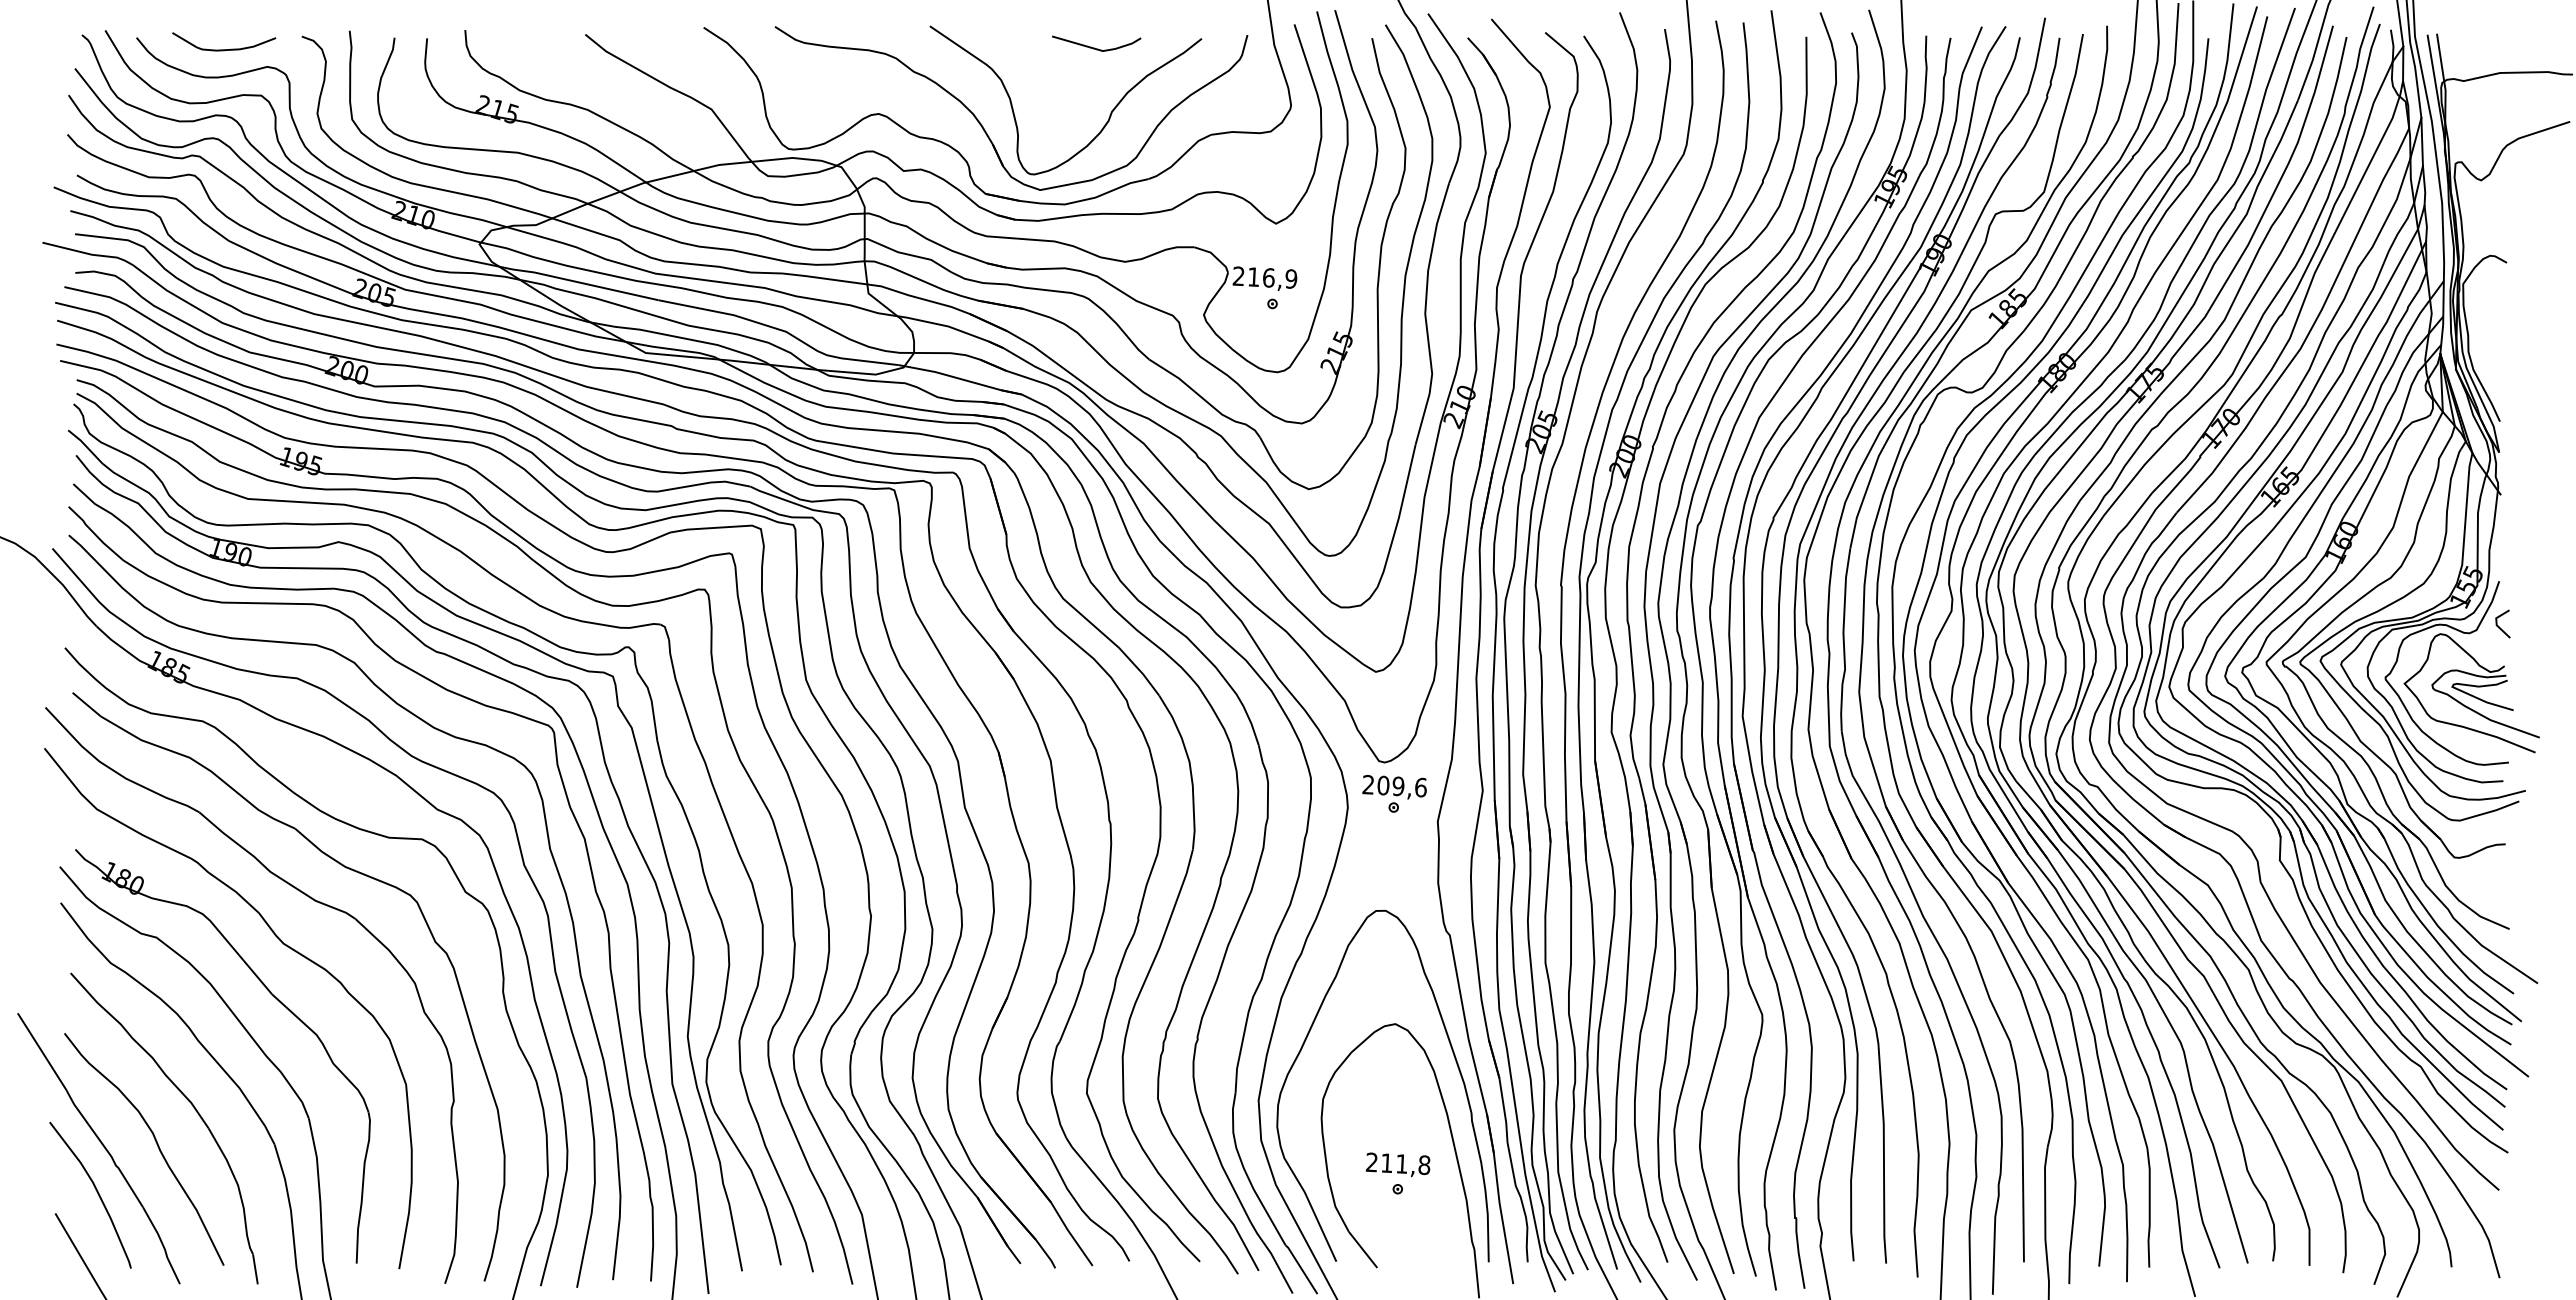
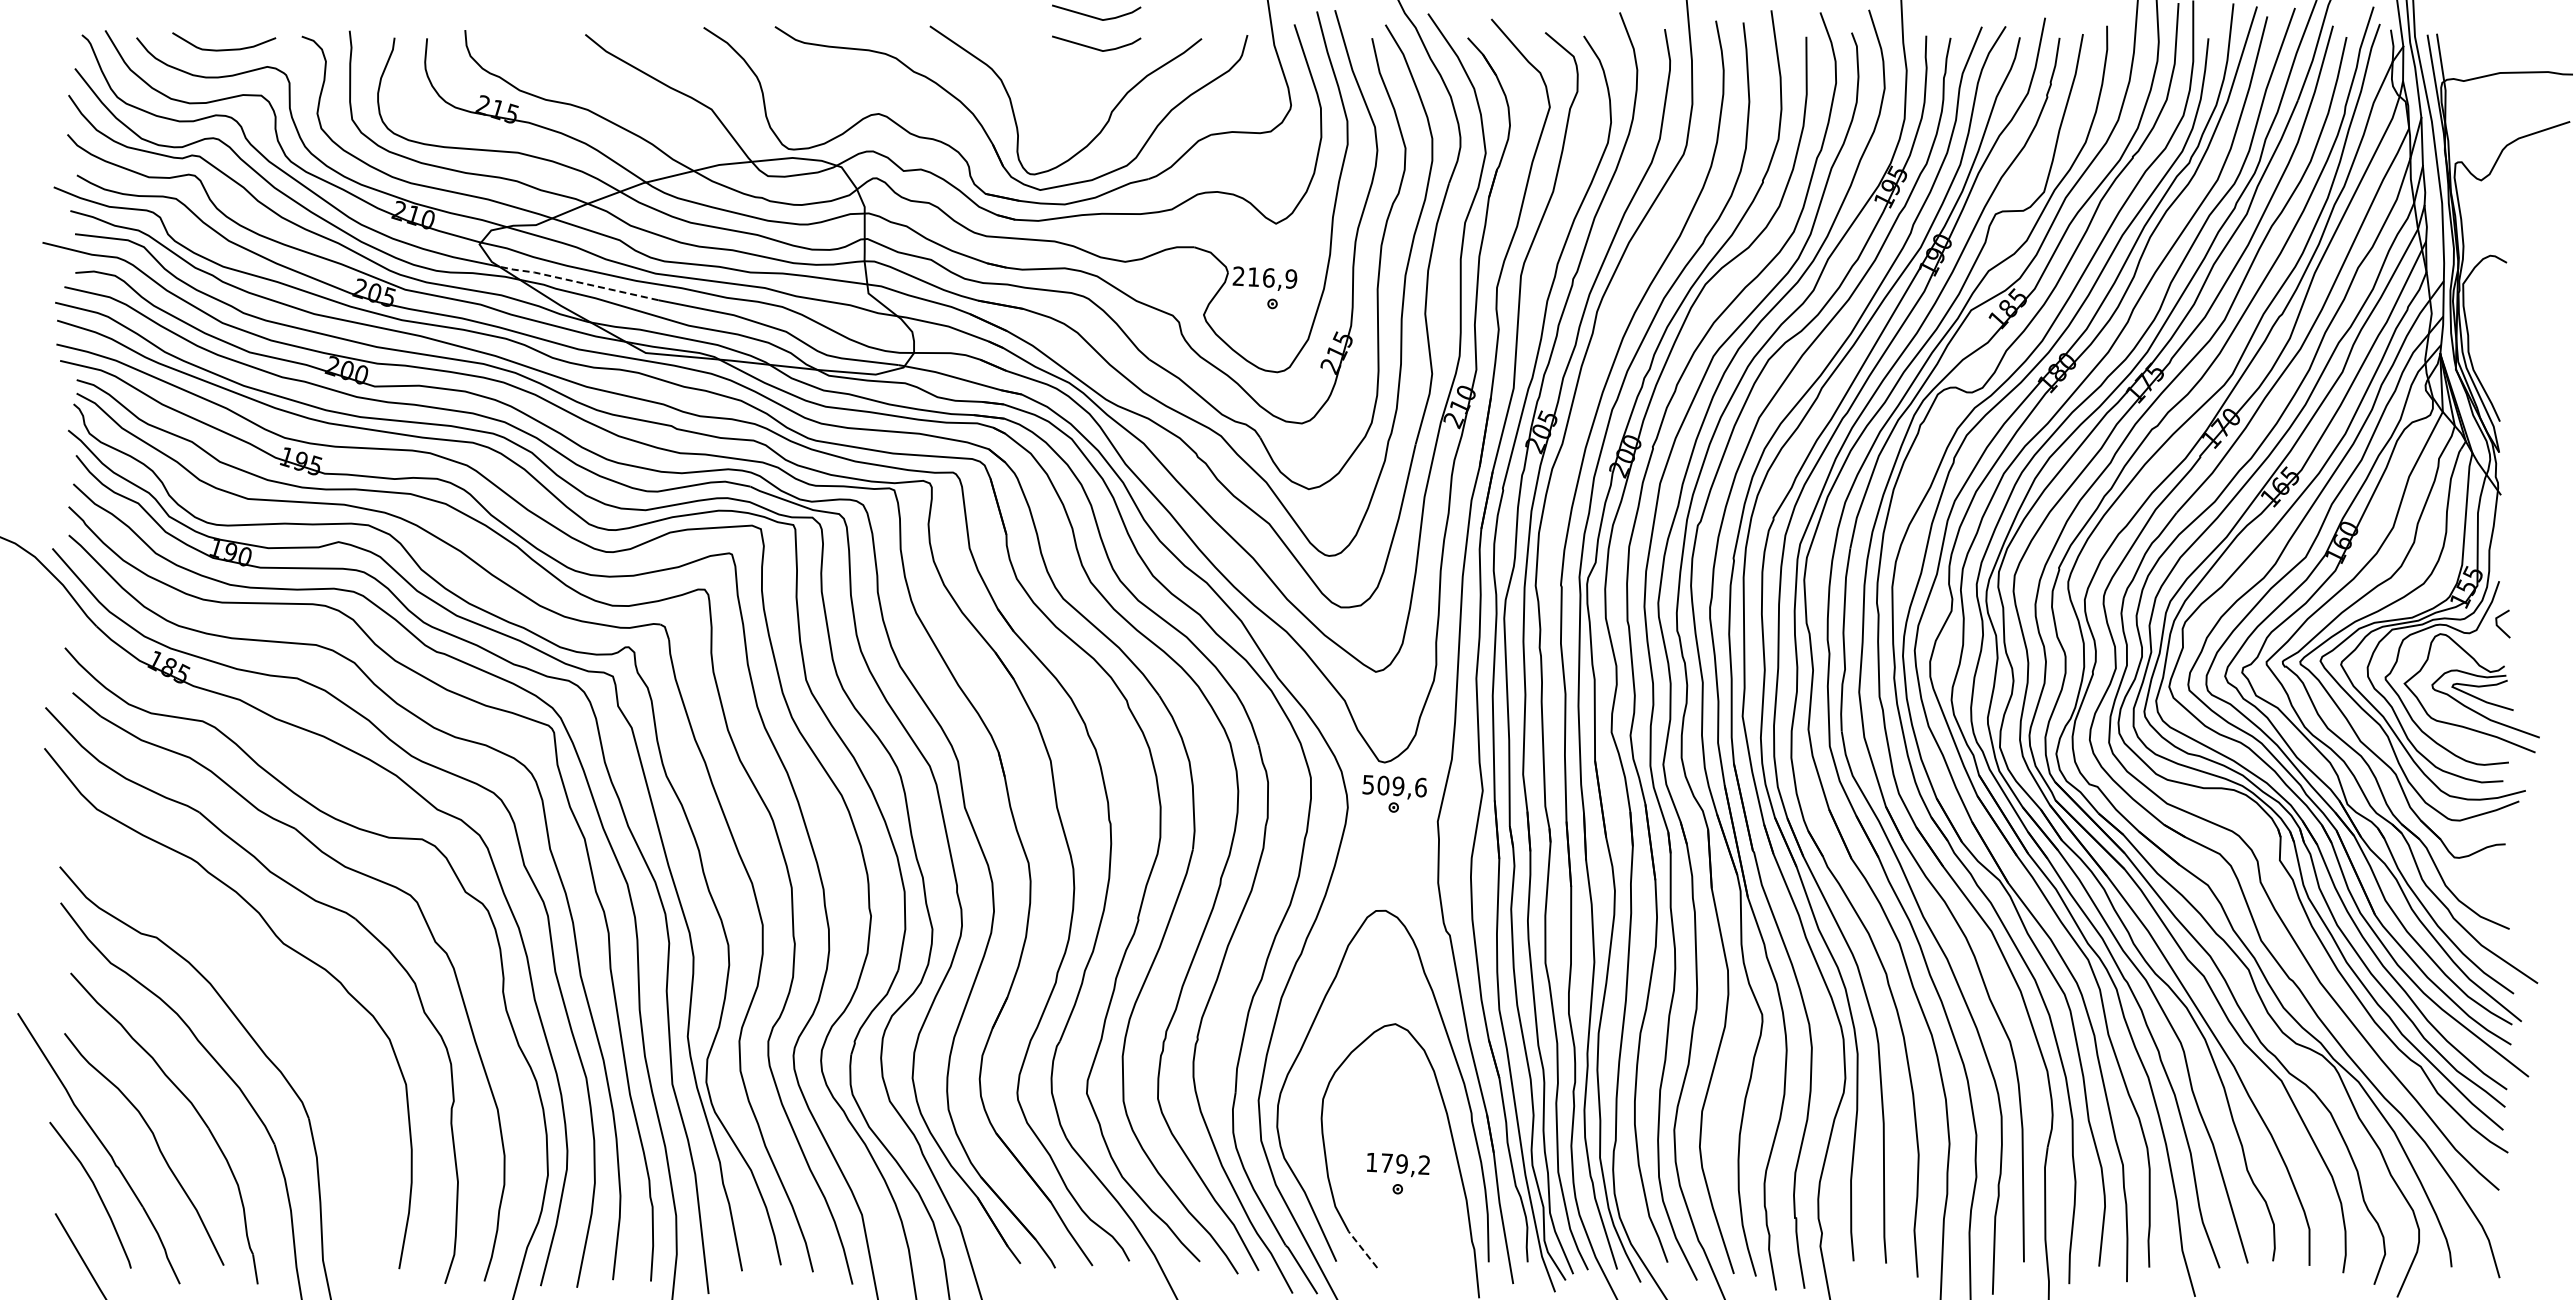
line at (1094, 16): none -> present
line at (577, 282): solid -> dashed
text at (1367, 784): 209,6 -> 509,6
part at (272, 996): present -> none
text at (1397, 1163): 211,8 -> 179,2
line at (1362, 1249): solid -> dashed
